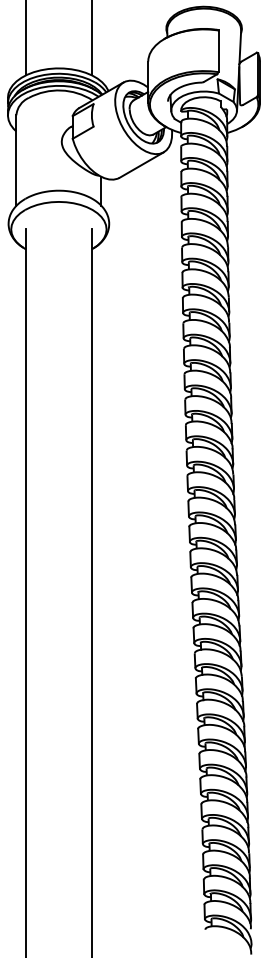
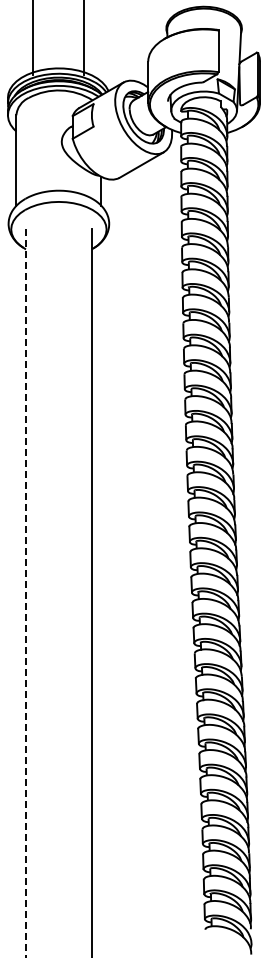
line at (26, 38) position: (26, 38) -> (33, 38)
line at (91, 38) position: (91, 38) -> (83, 38)
line at (26, 593): solid -> dashed
